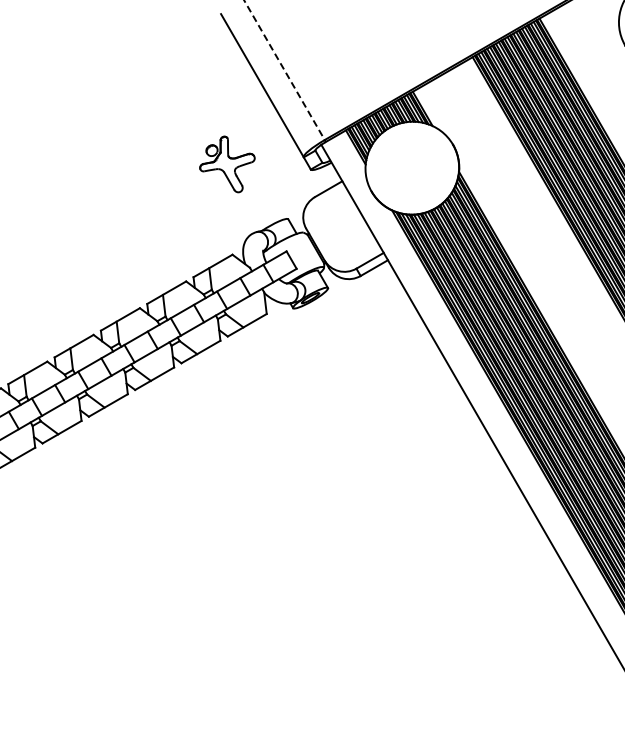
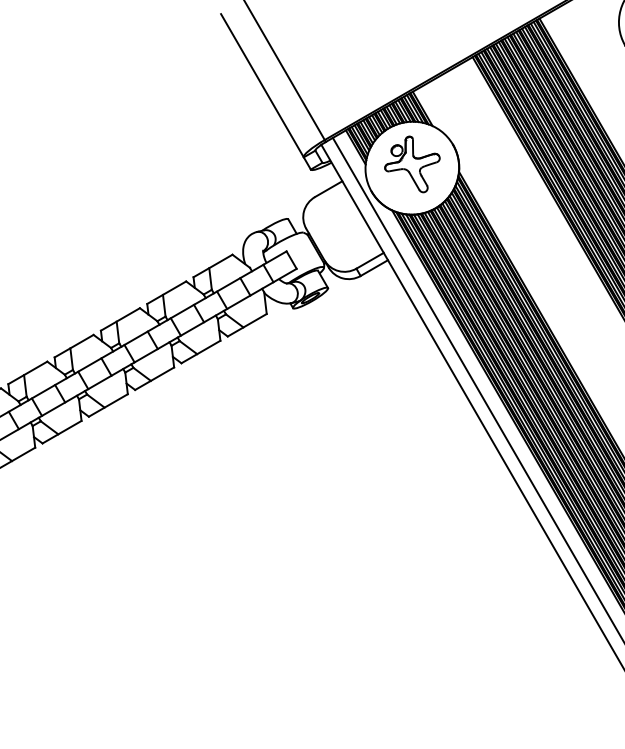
line at (284, 71): dashed -> solid
part at (227, 164) position: (227, 164) -> (412, 164)
line at (476, 387): none -> present
